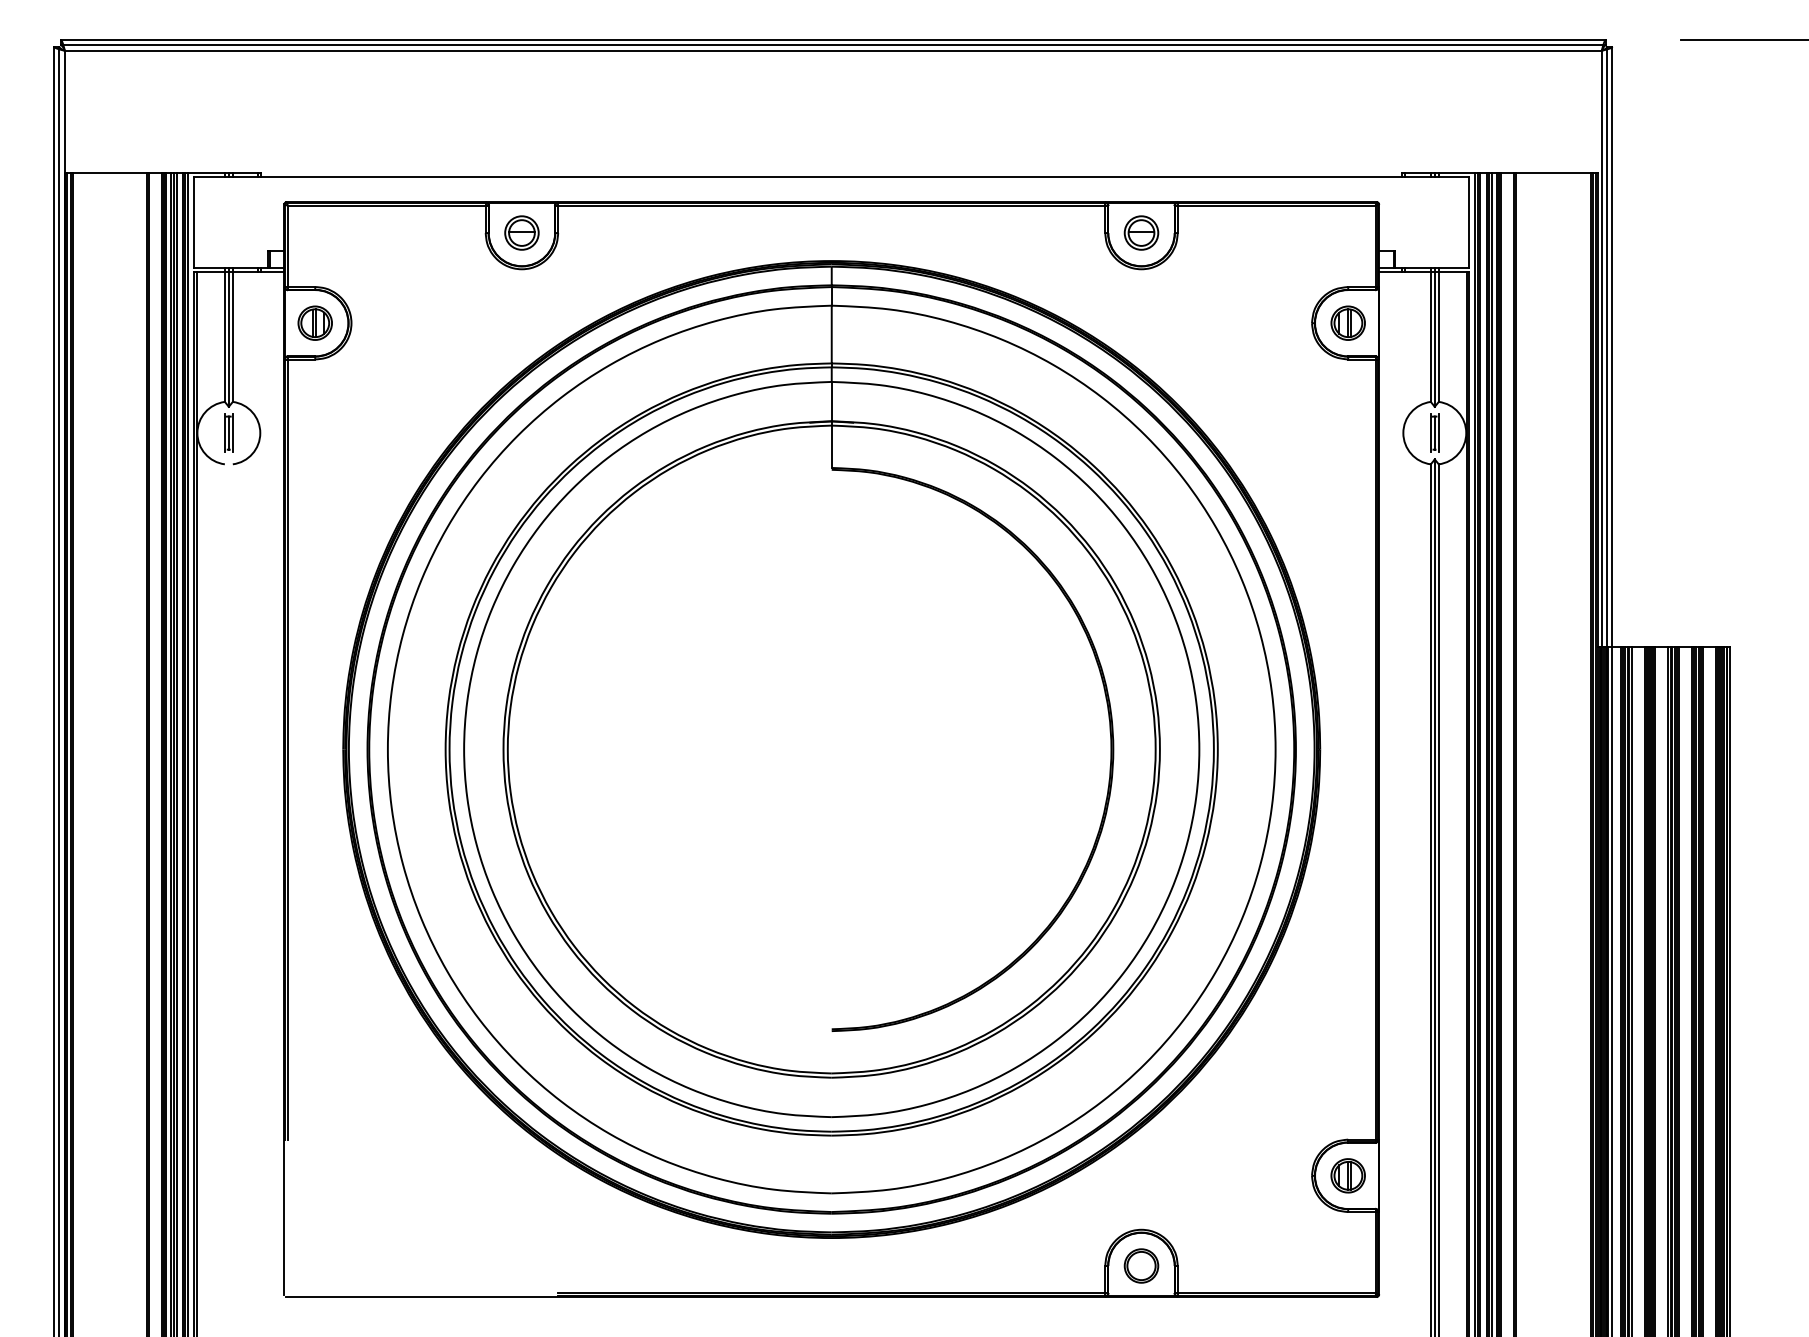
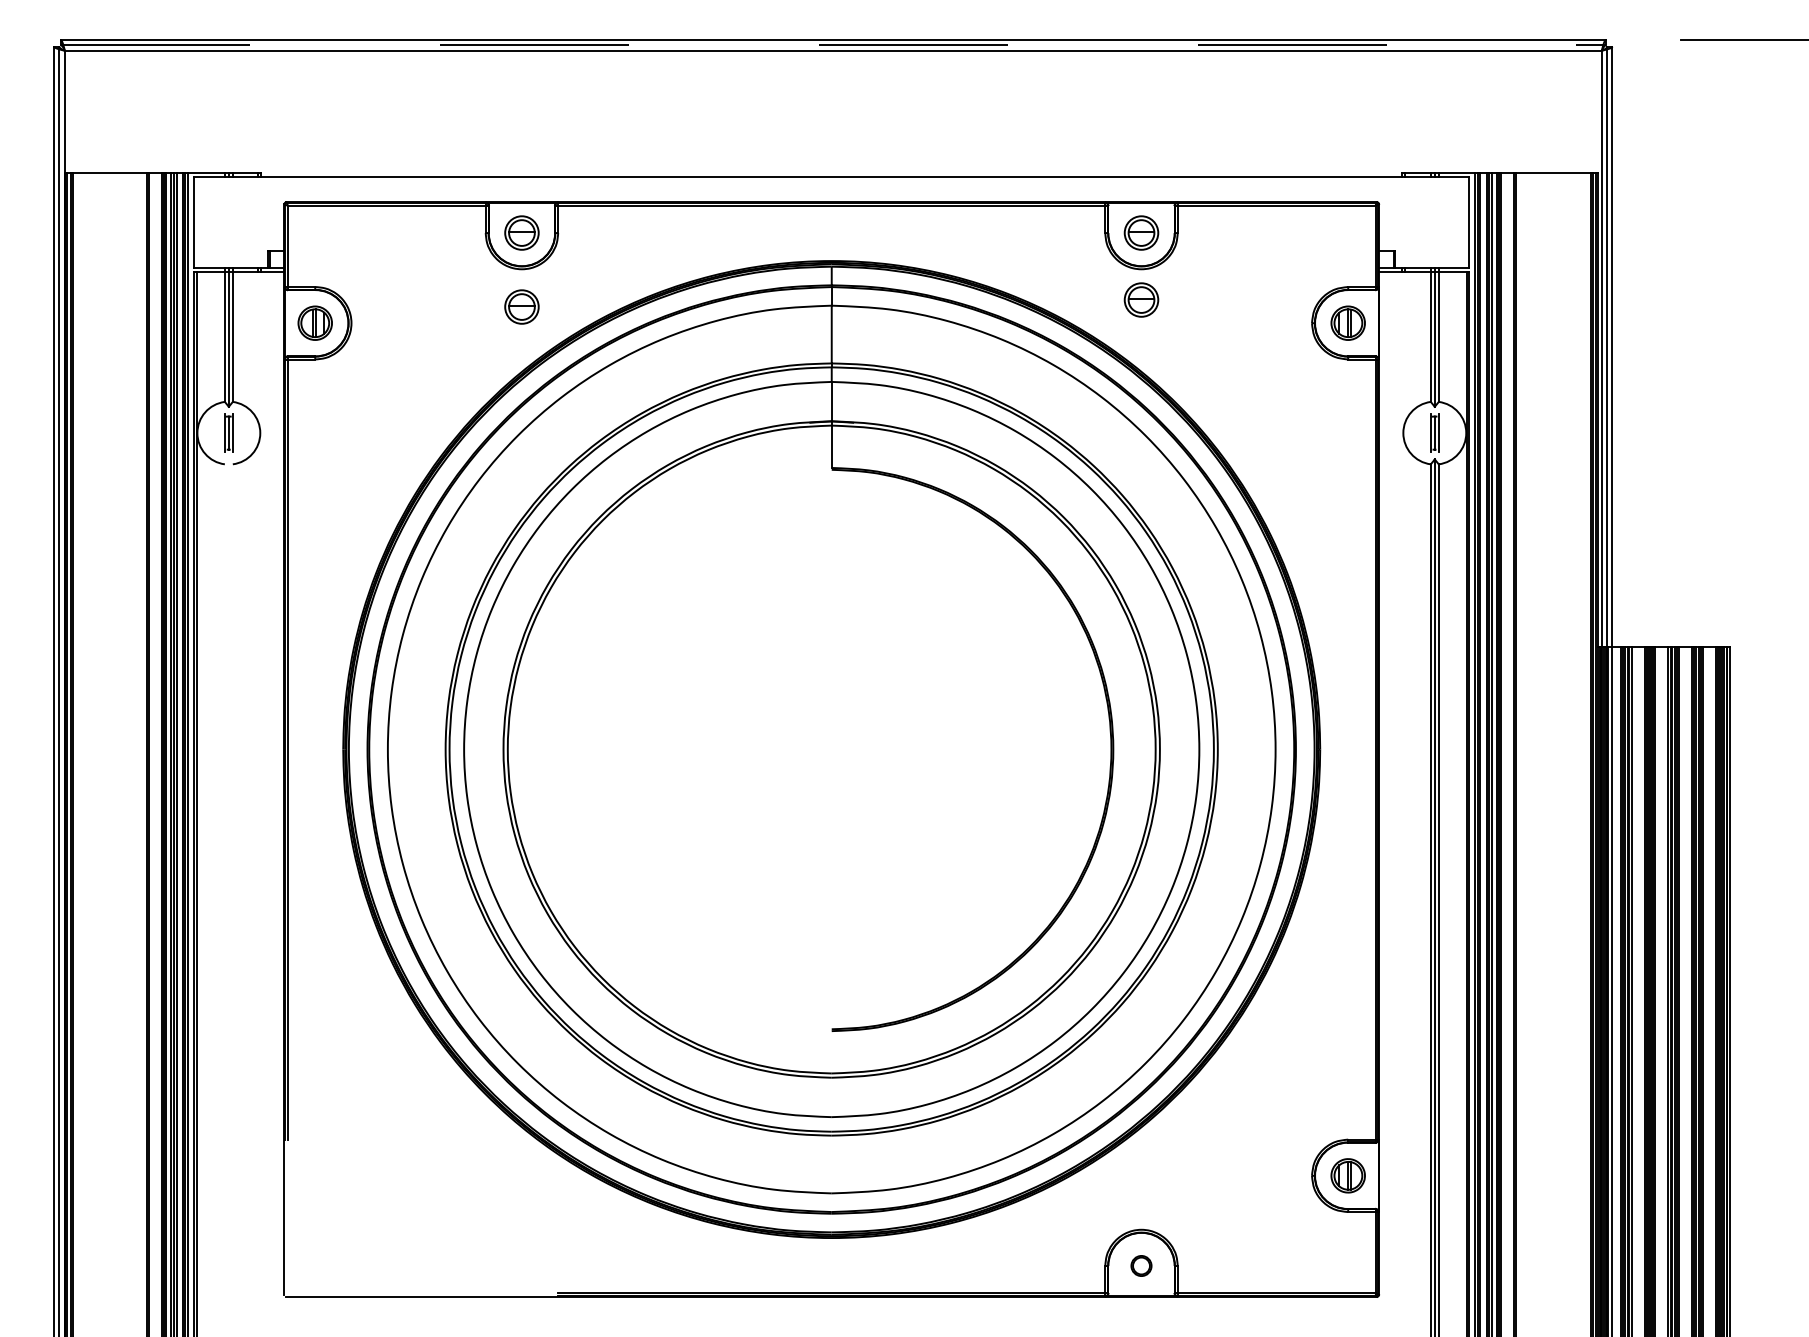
line at (833, 45): solid -> dashed
part at (1141, 299): none -> present
part at (521, 306): none -> present
part at (1141, 1265) size: 37x36 px -> 23x22 px
